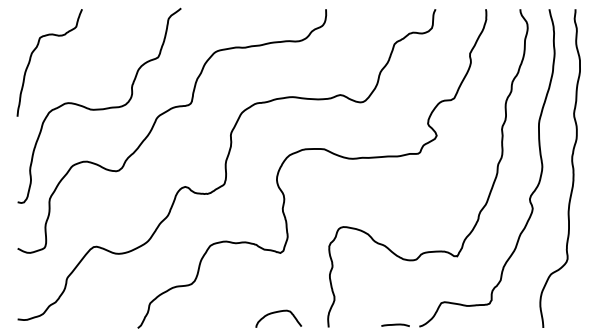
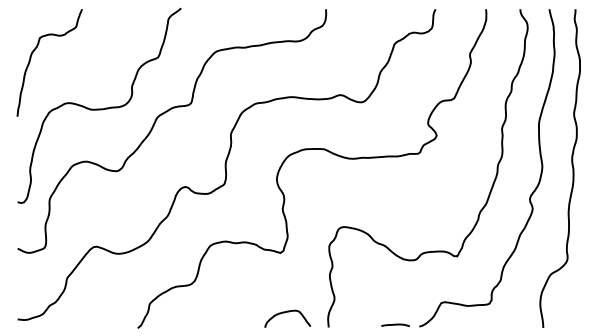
curve at (275, 313) position: (275, 313) -> (284, 313)
